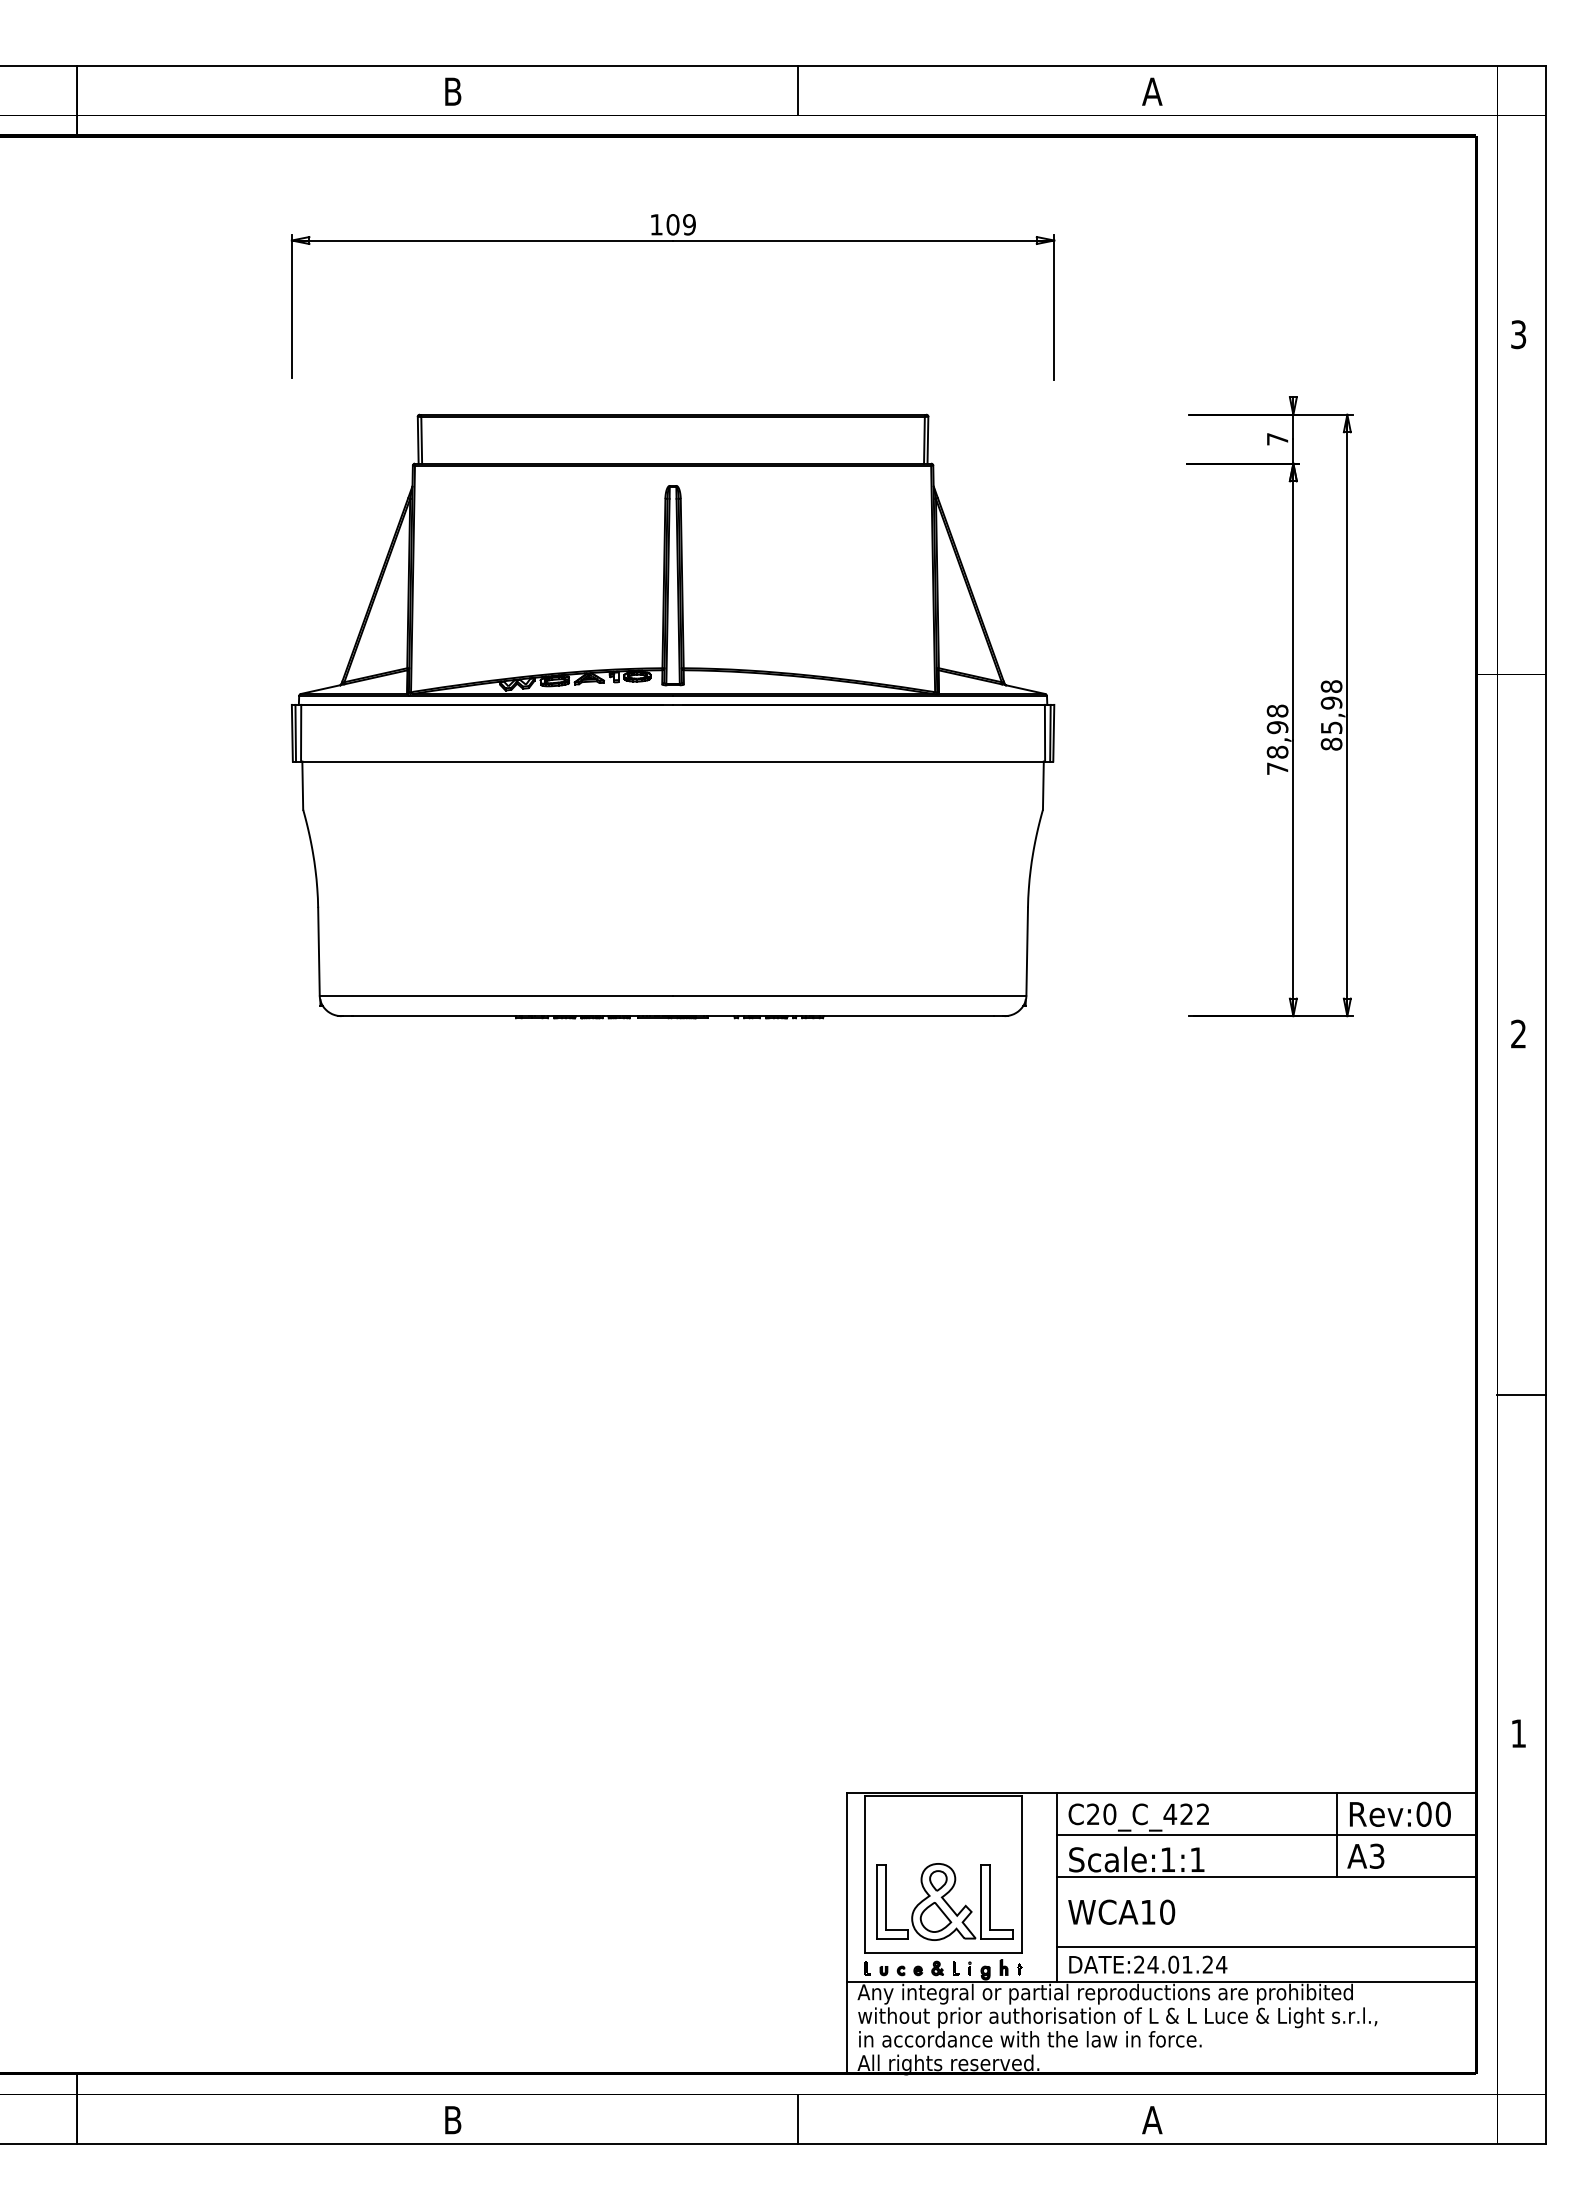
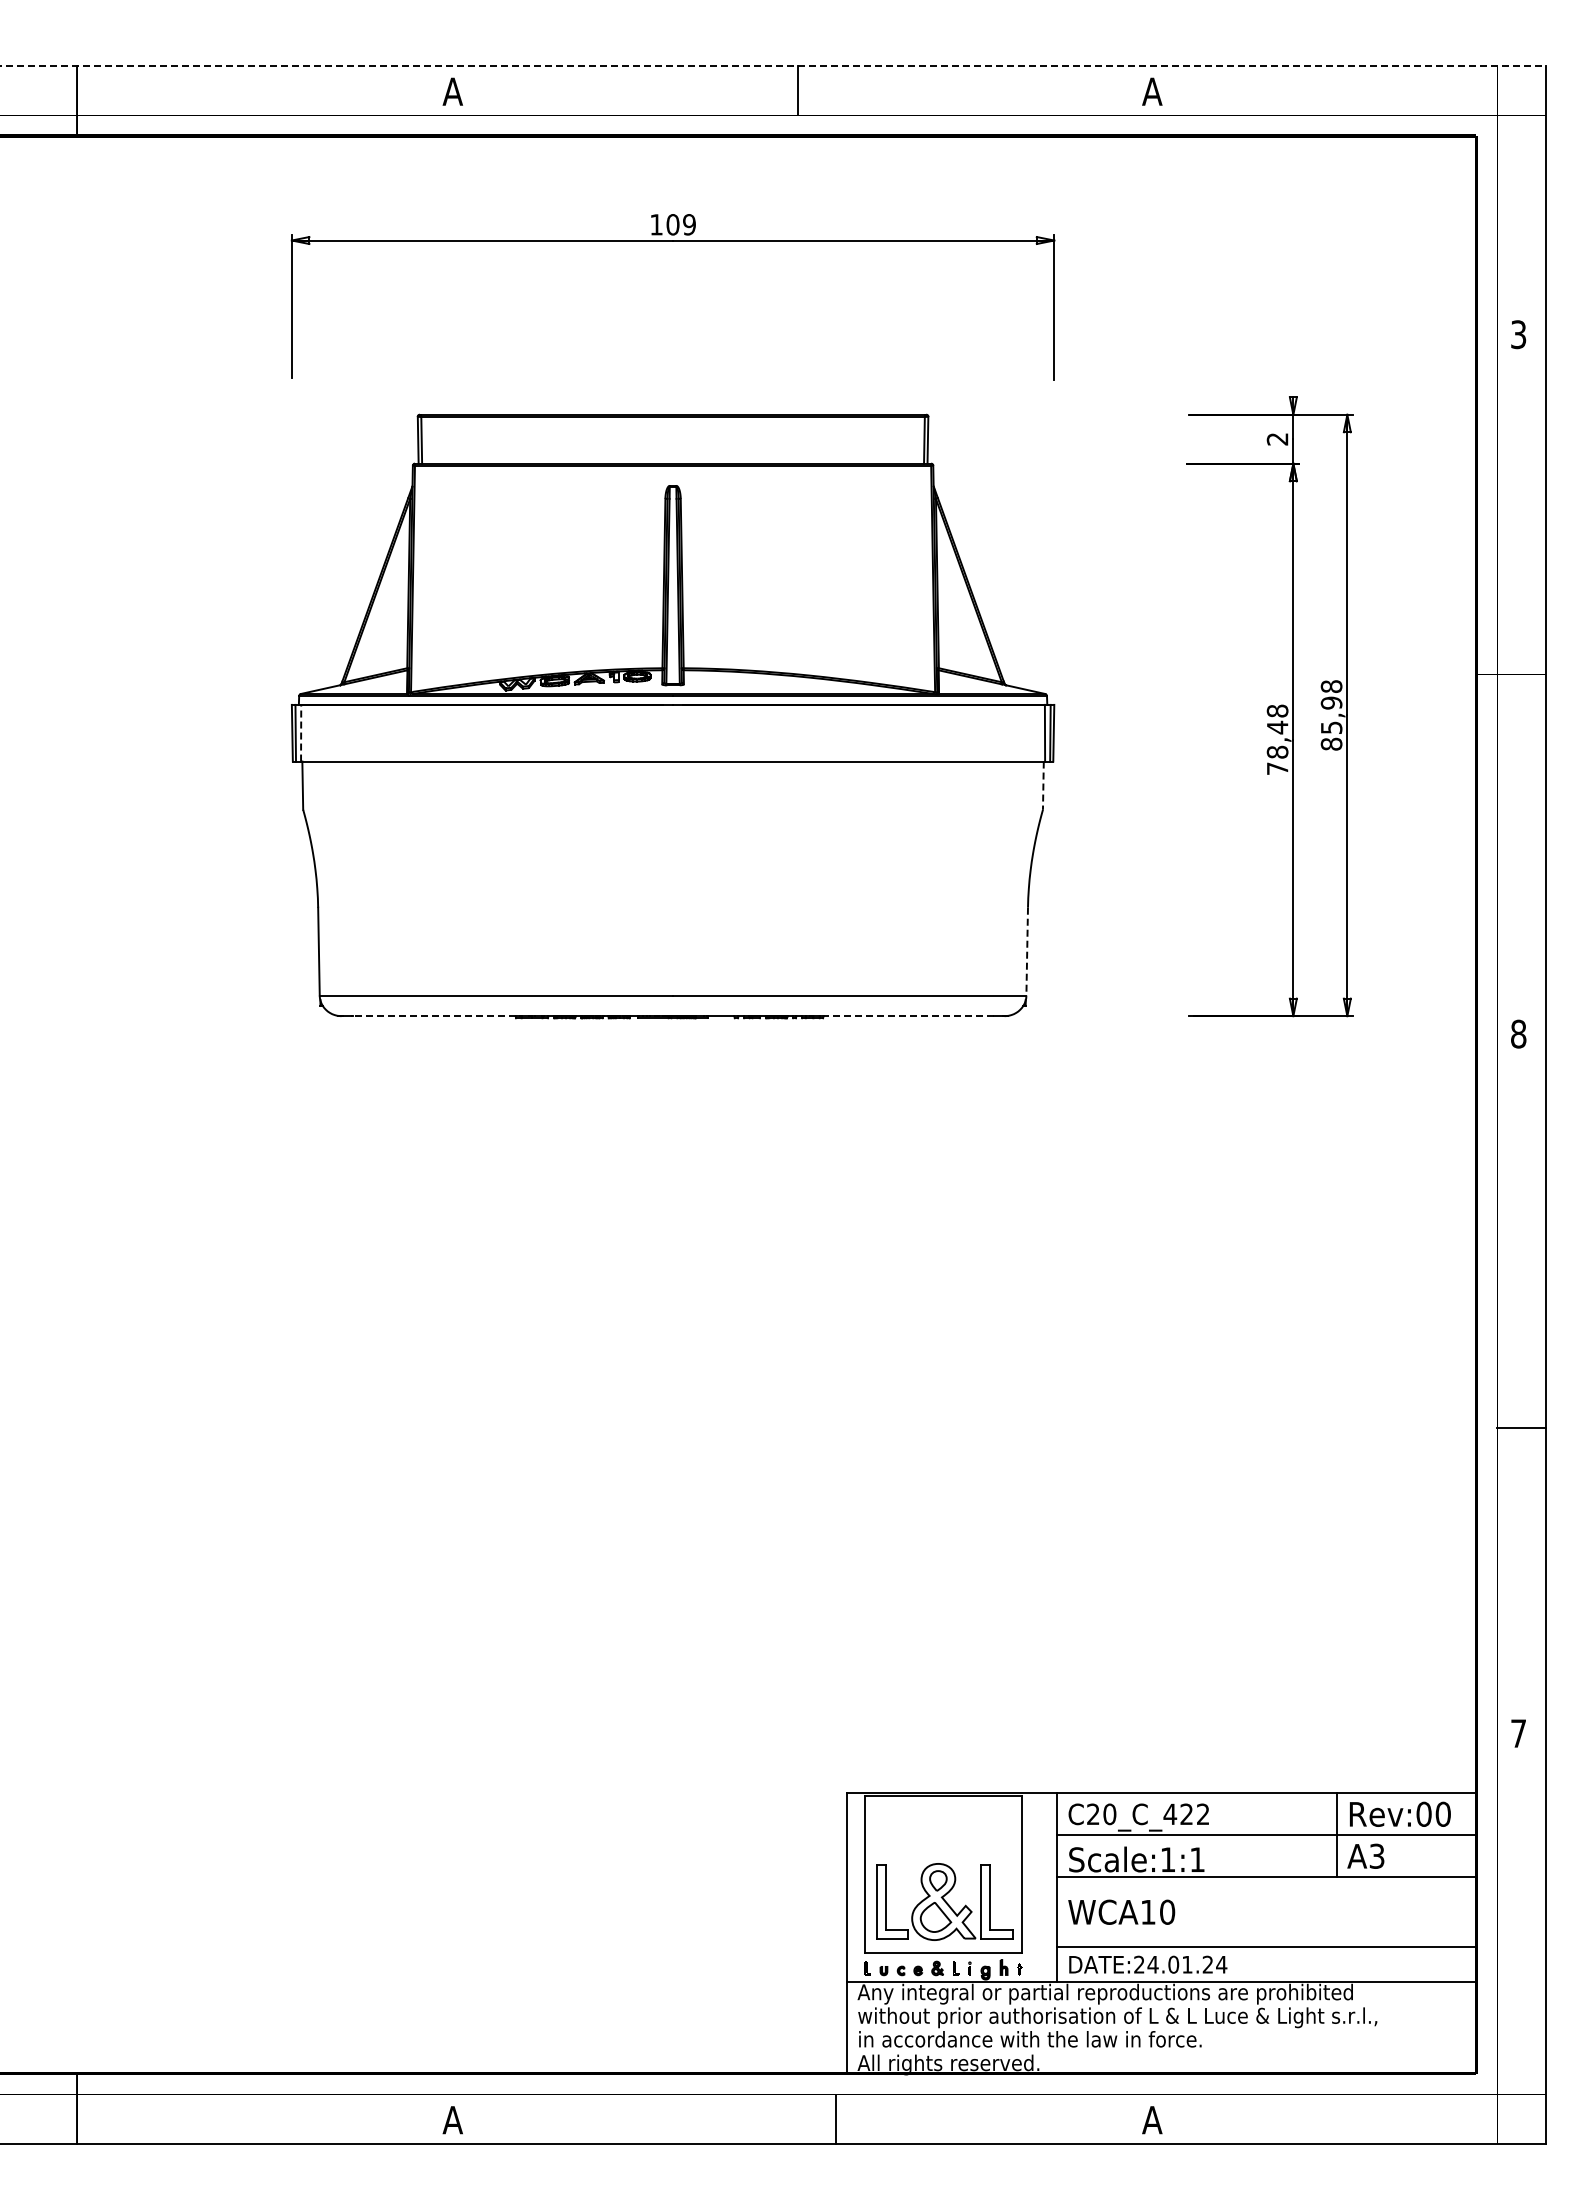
line at (773, 66): solid -> dashed
text at (452, 91): B -> A
text at (1277, 439): 7 -> 2
text at (1277, 727): 78,98 -> 78,48
line at (301, 732): solid -> dashed
line at (1043, 786): solid -> dashed
line at (1027, 951): solid -> dashed
line at (434, 1016): solid -> dashed
line at (908, 1016): solid -> dashed
text at (1518, 1033): 2 -> 8
line at (1521, 1395) position: (1521, 1395) -> (1521, 1428)
text at (1518, 1733): 1 -> 7
line at (797, 2118) position: (797, 2118) -> (835, 2118)
text at (452, 2120): B -> A
